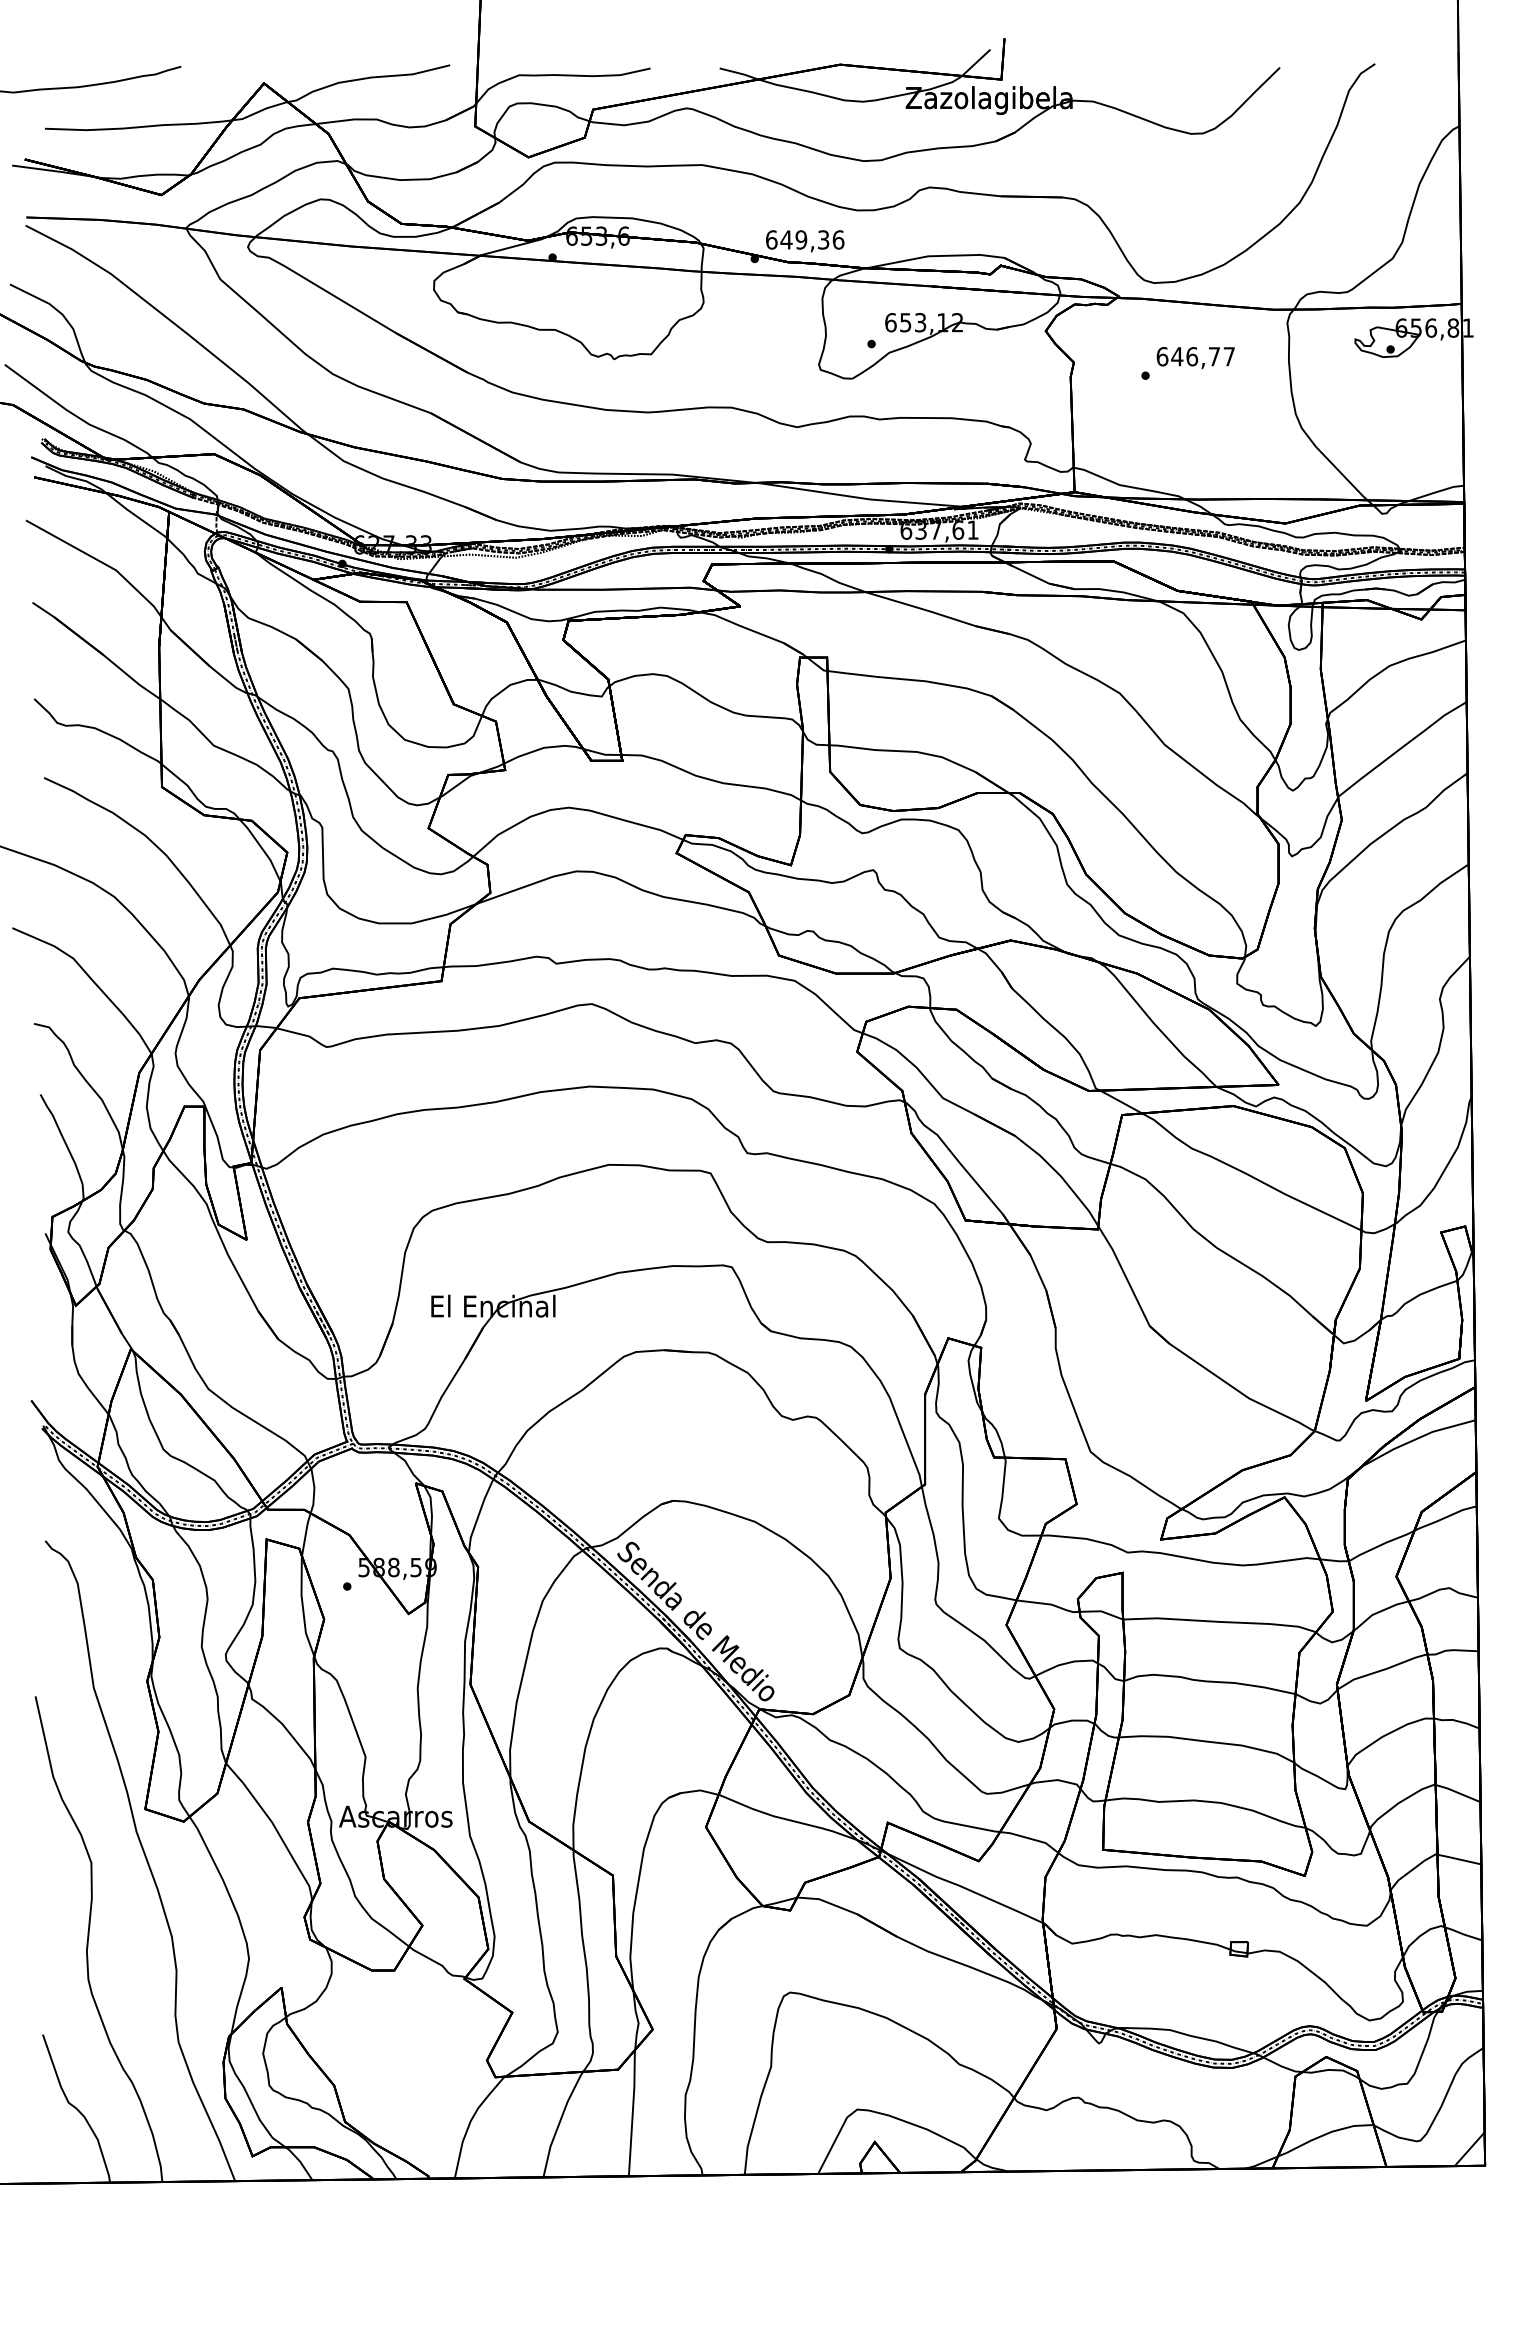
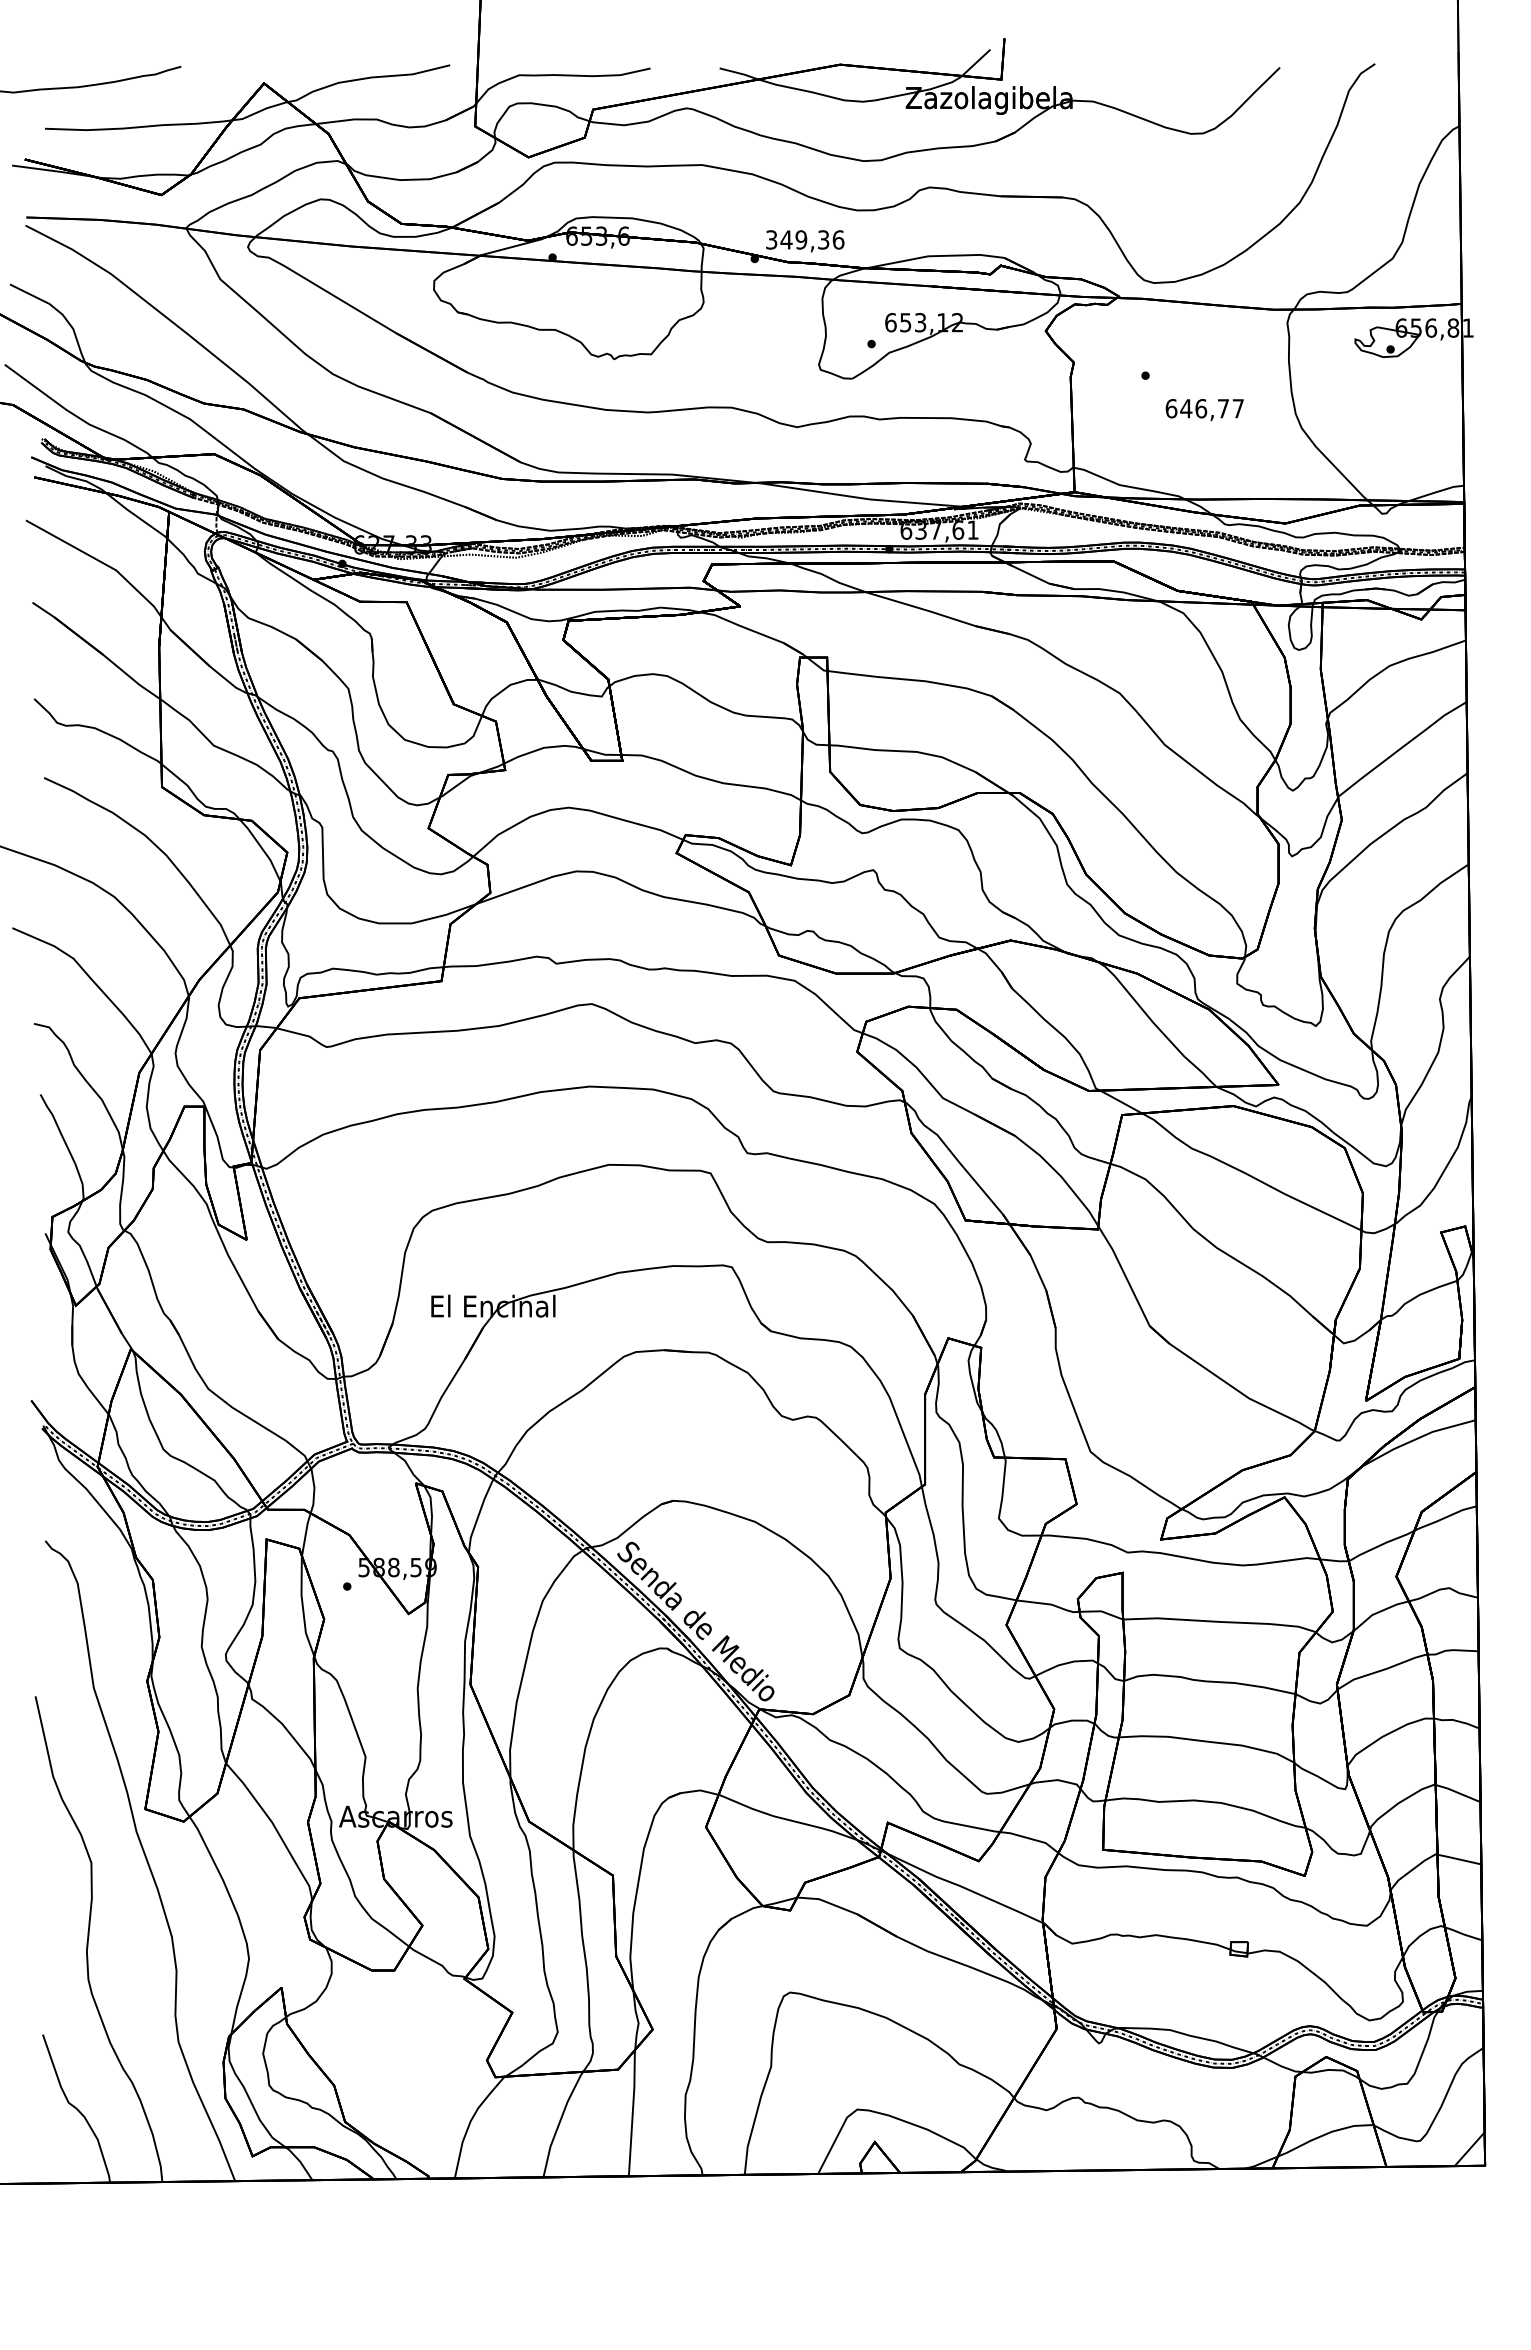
text at (771, 239): 649,36 -> 349,36
text at (1195, 358) position: (1195, 358) -> (1204, 410)
